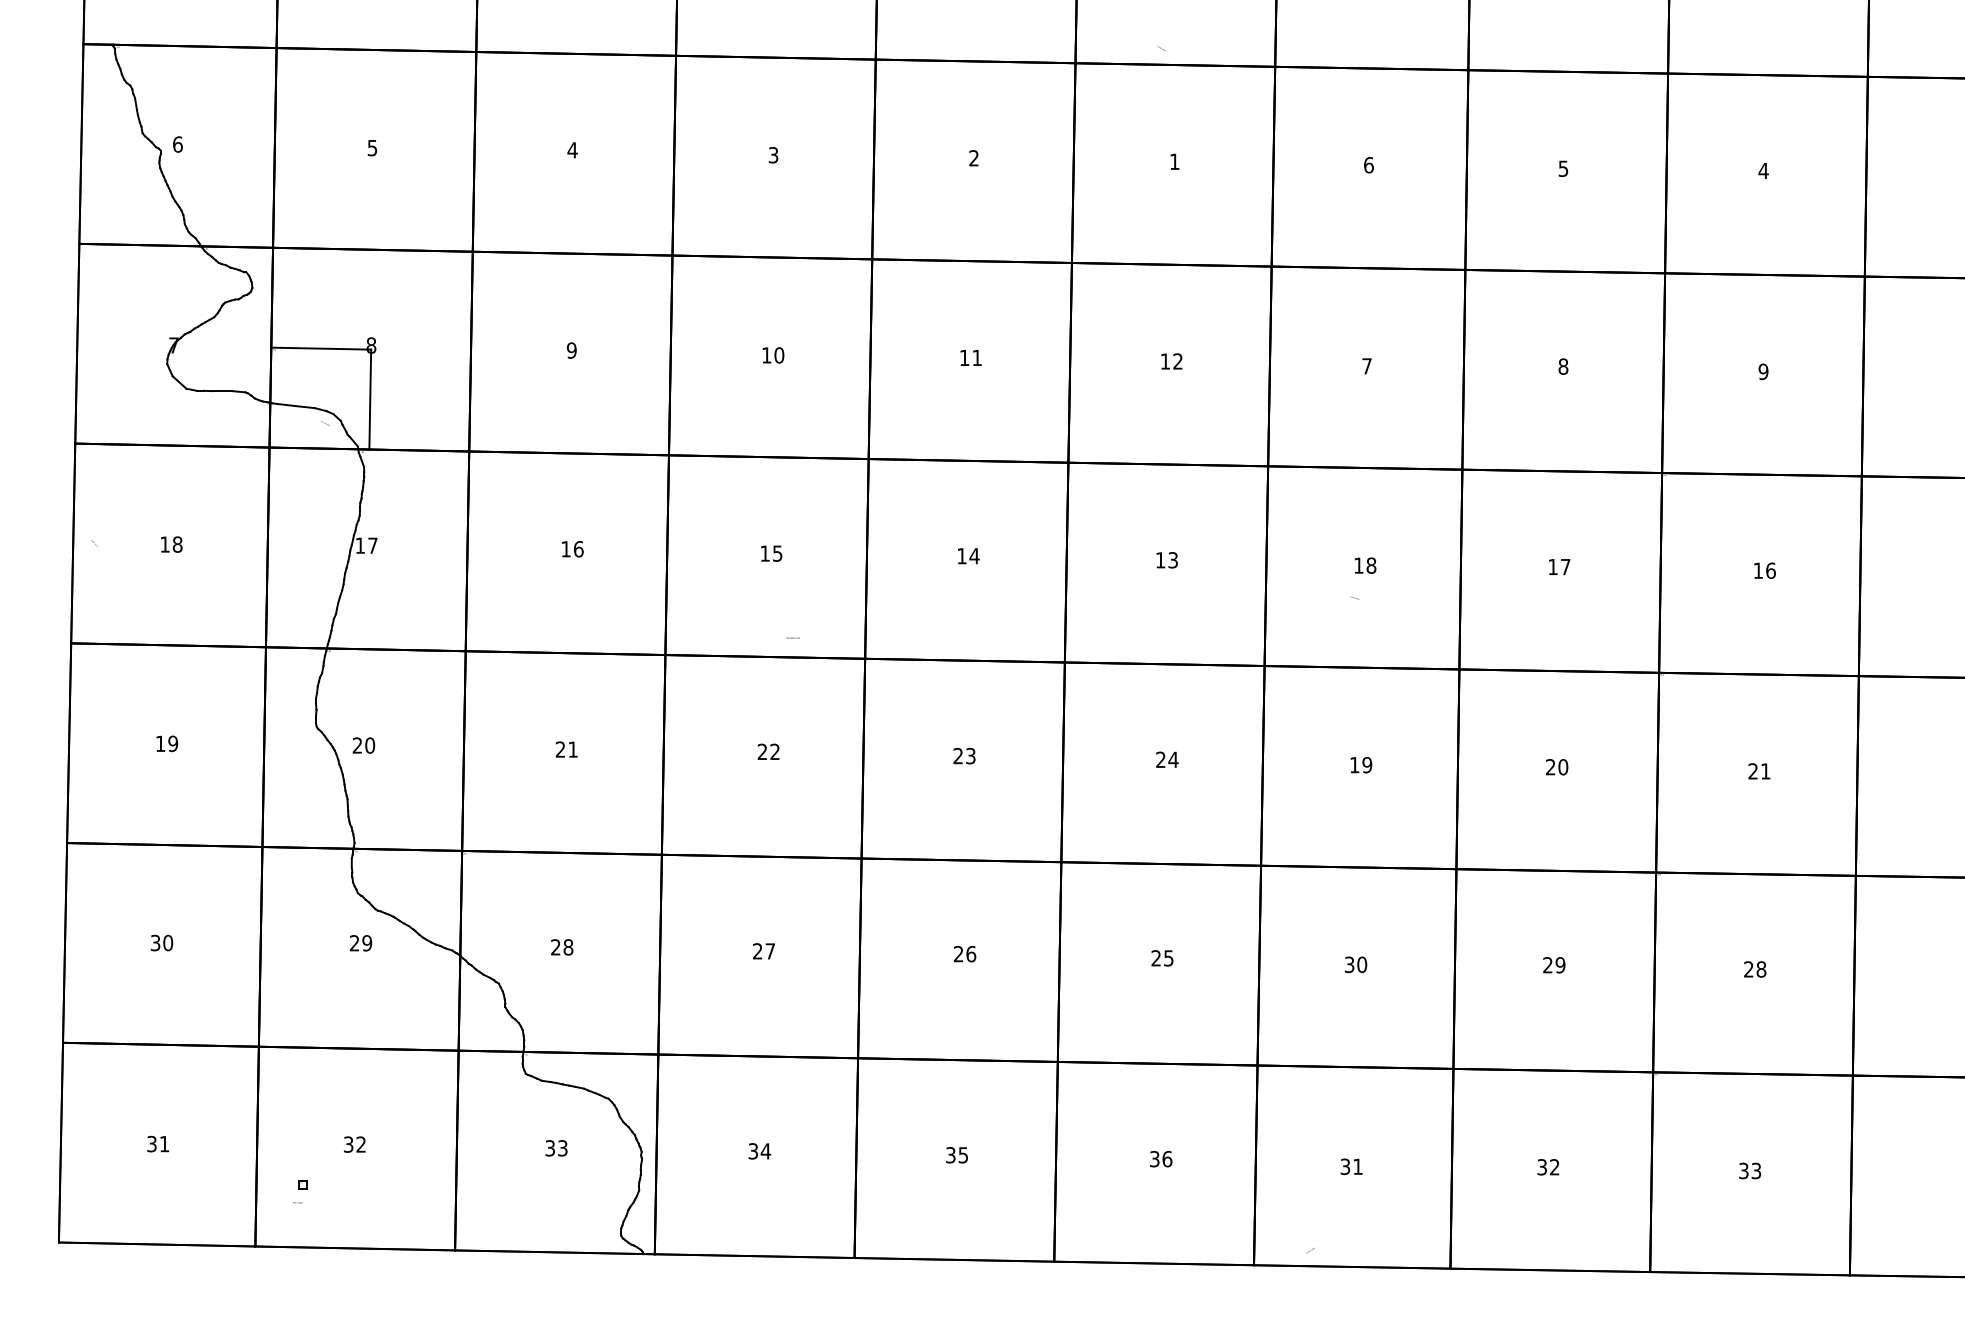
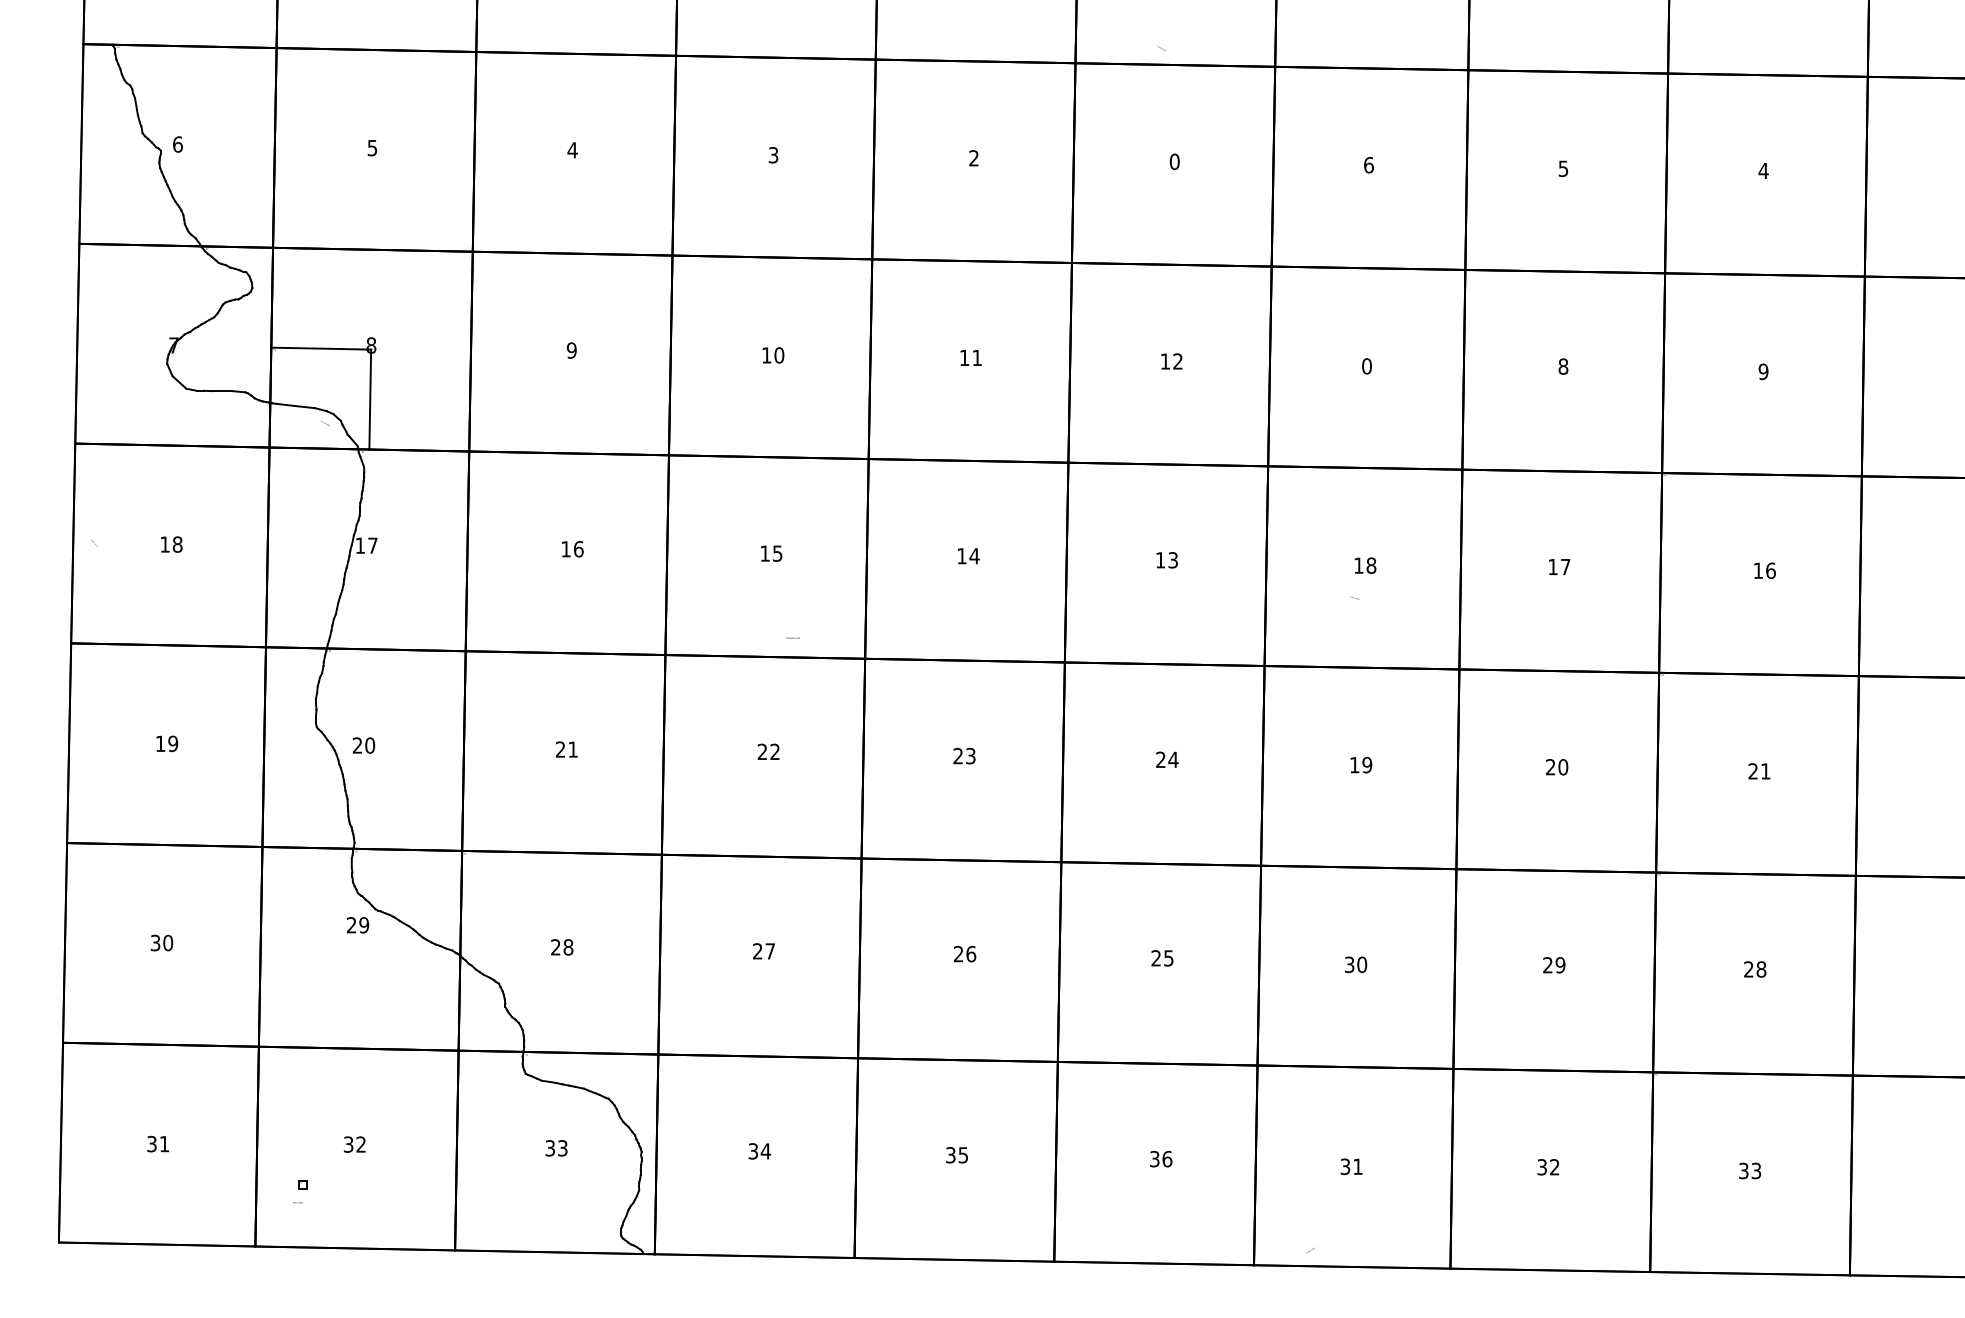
text at (1174, 161): 1 -> 0
text at (1366, 366): 7 -> 0
text at (360, 943) position: (360, 943) -> (357, 925)
